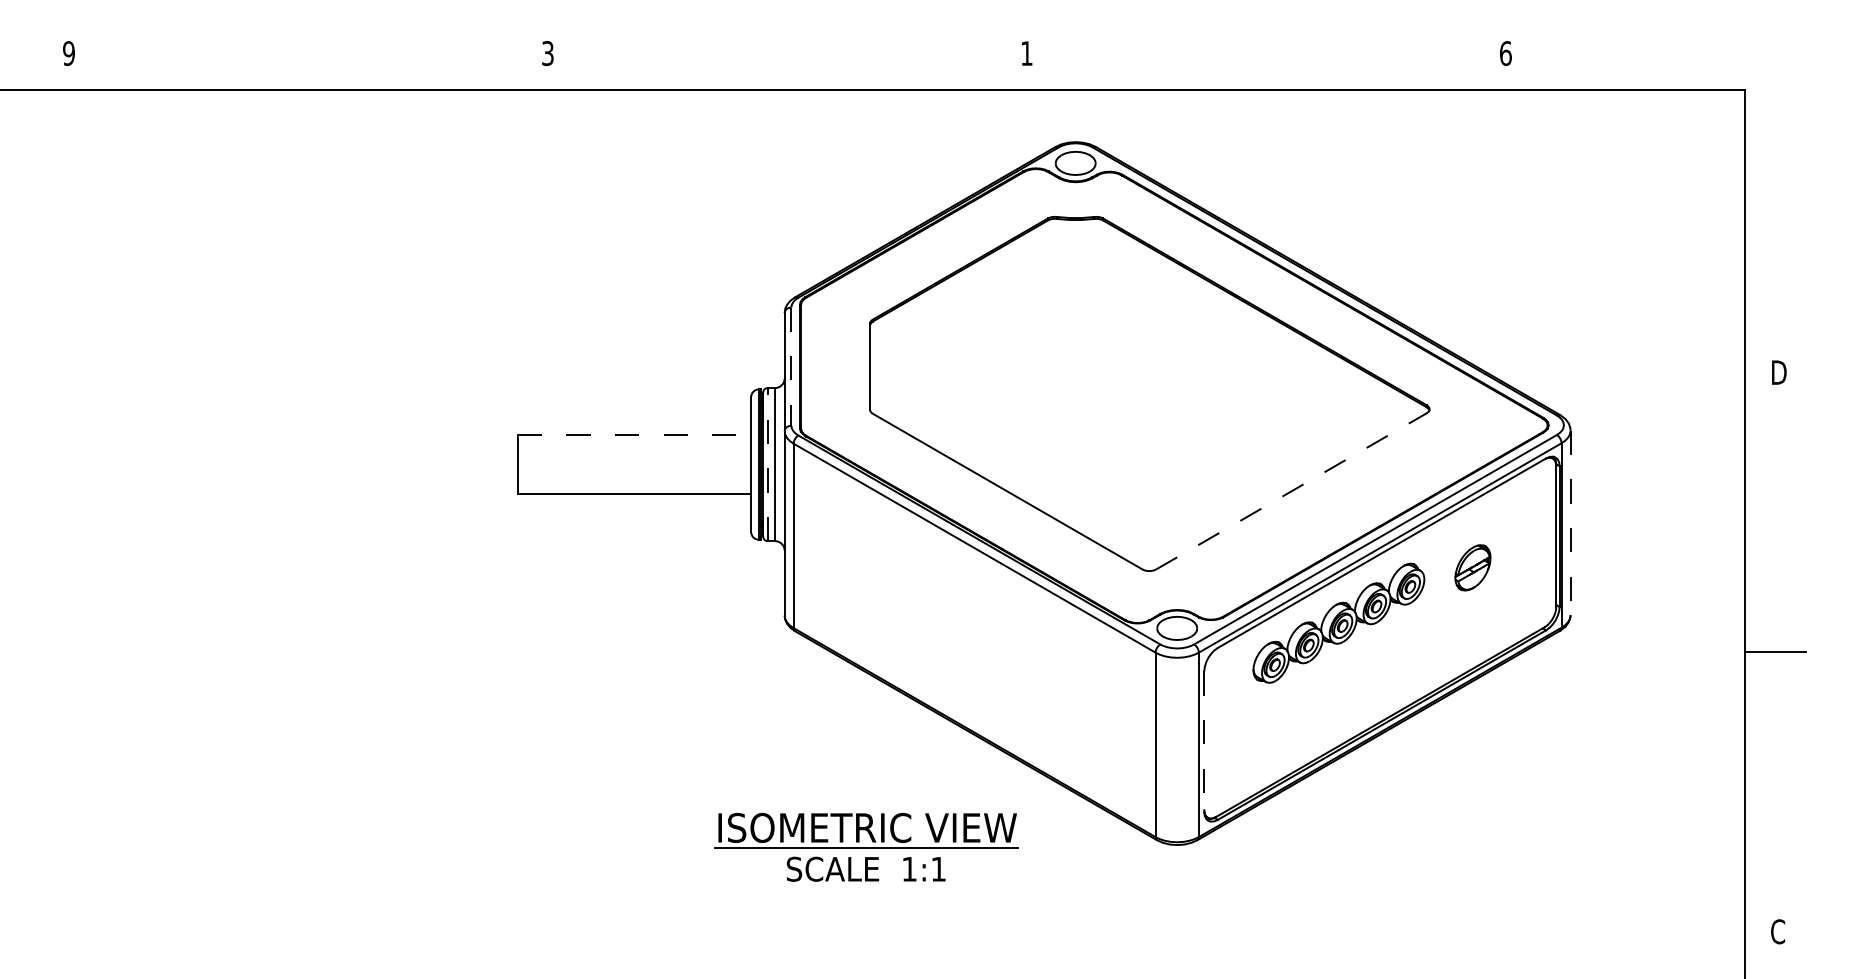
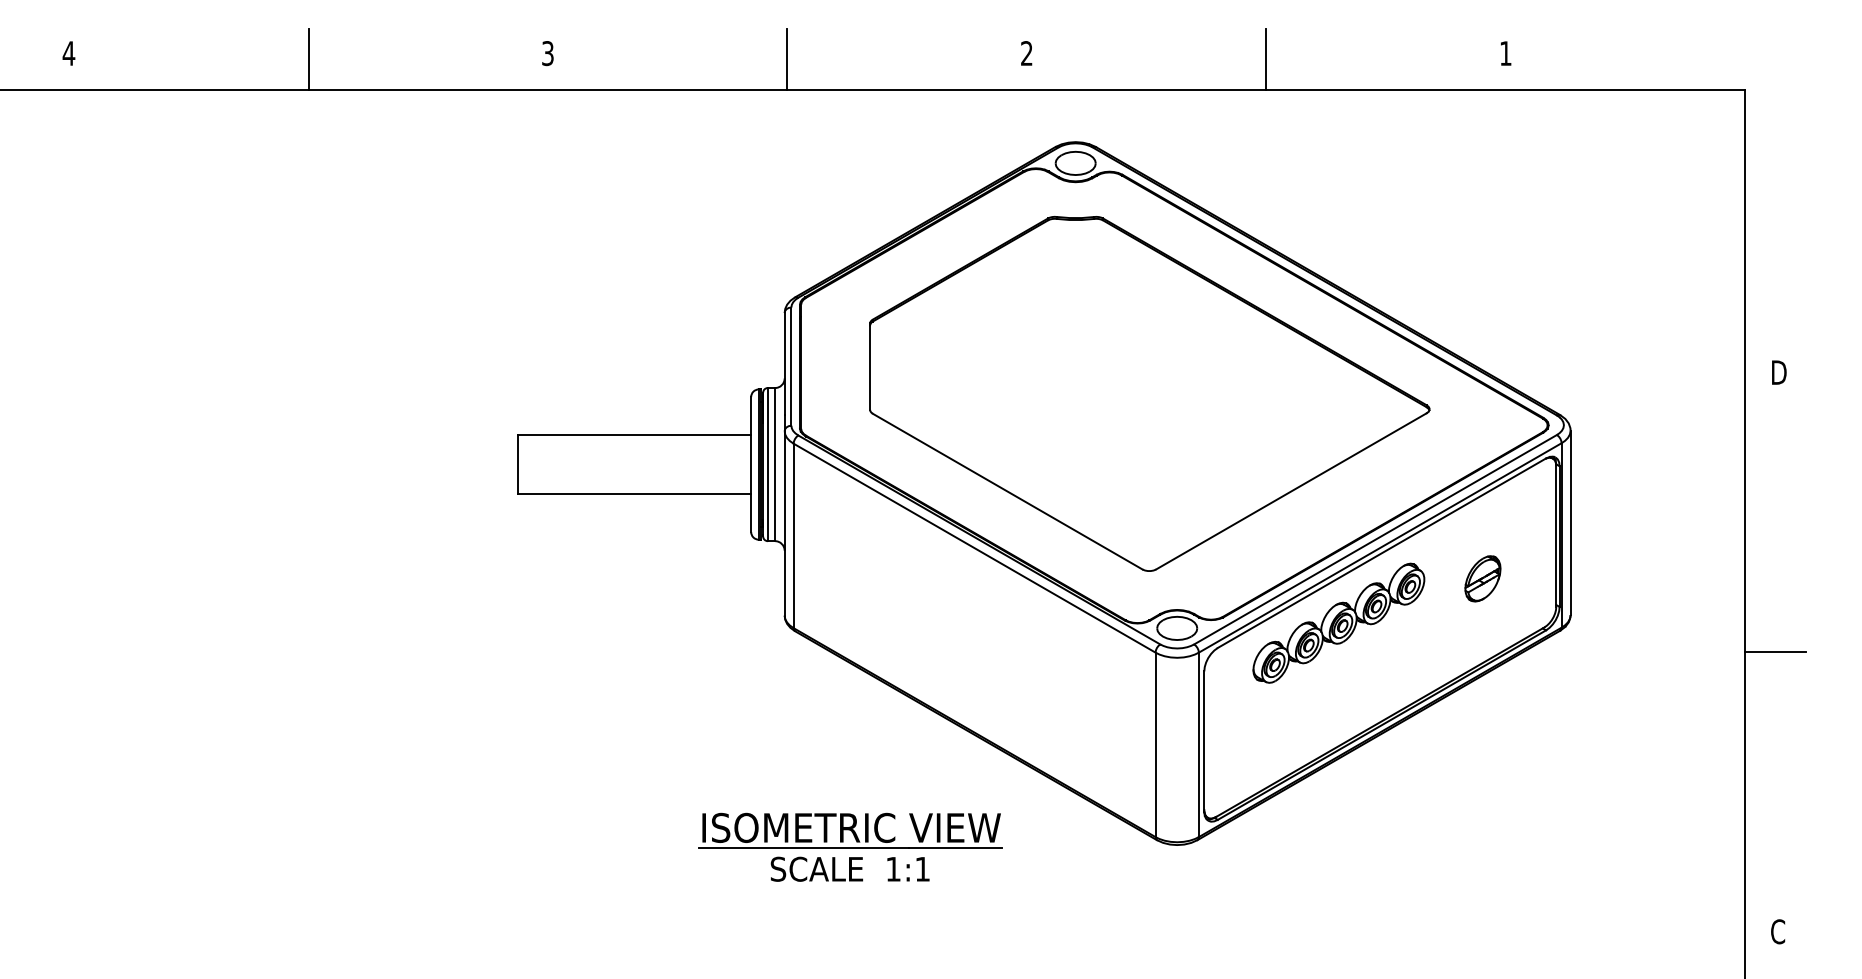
text at (68, 53): 9 -> 4
text at (1026, 53): 1 -> 2
text at (1505, 53): 6 -> 1
line at (308, 59): none -> present
line at (787, 59): none -> present
line at (1266, 59): none -> present
line at (791, 367): dashed -> solid
line at (634, 435): dashed -> solid
line at (767, 464): dashed -> solid
line at (1291, 491): dashed -> solid
line at (1570, 523): dashed -> solid
part at (1472, 567) position: (1472, 567) -> (1482, 578)
line at (1204, 742): dashed -> solid
part at (866, 846) position: (866, 846) -> (850, 846)
